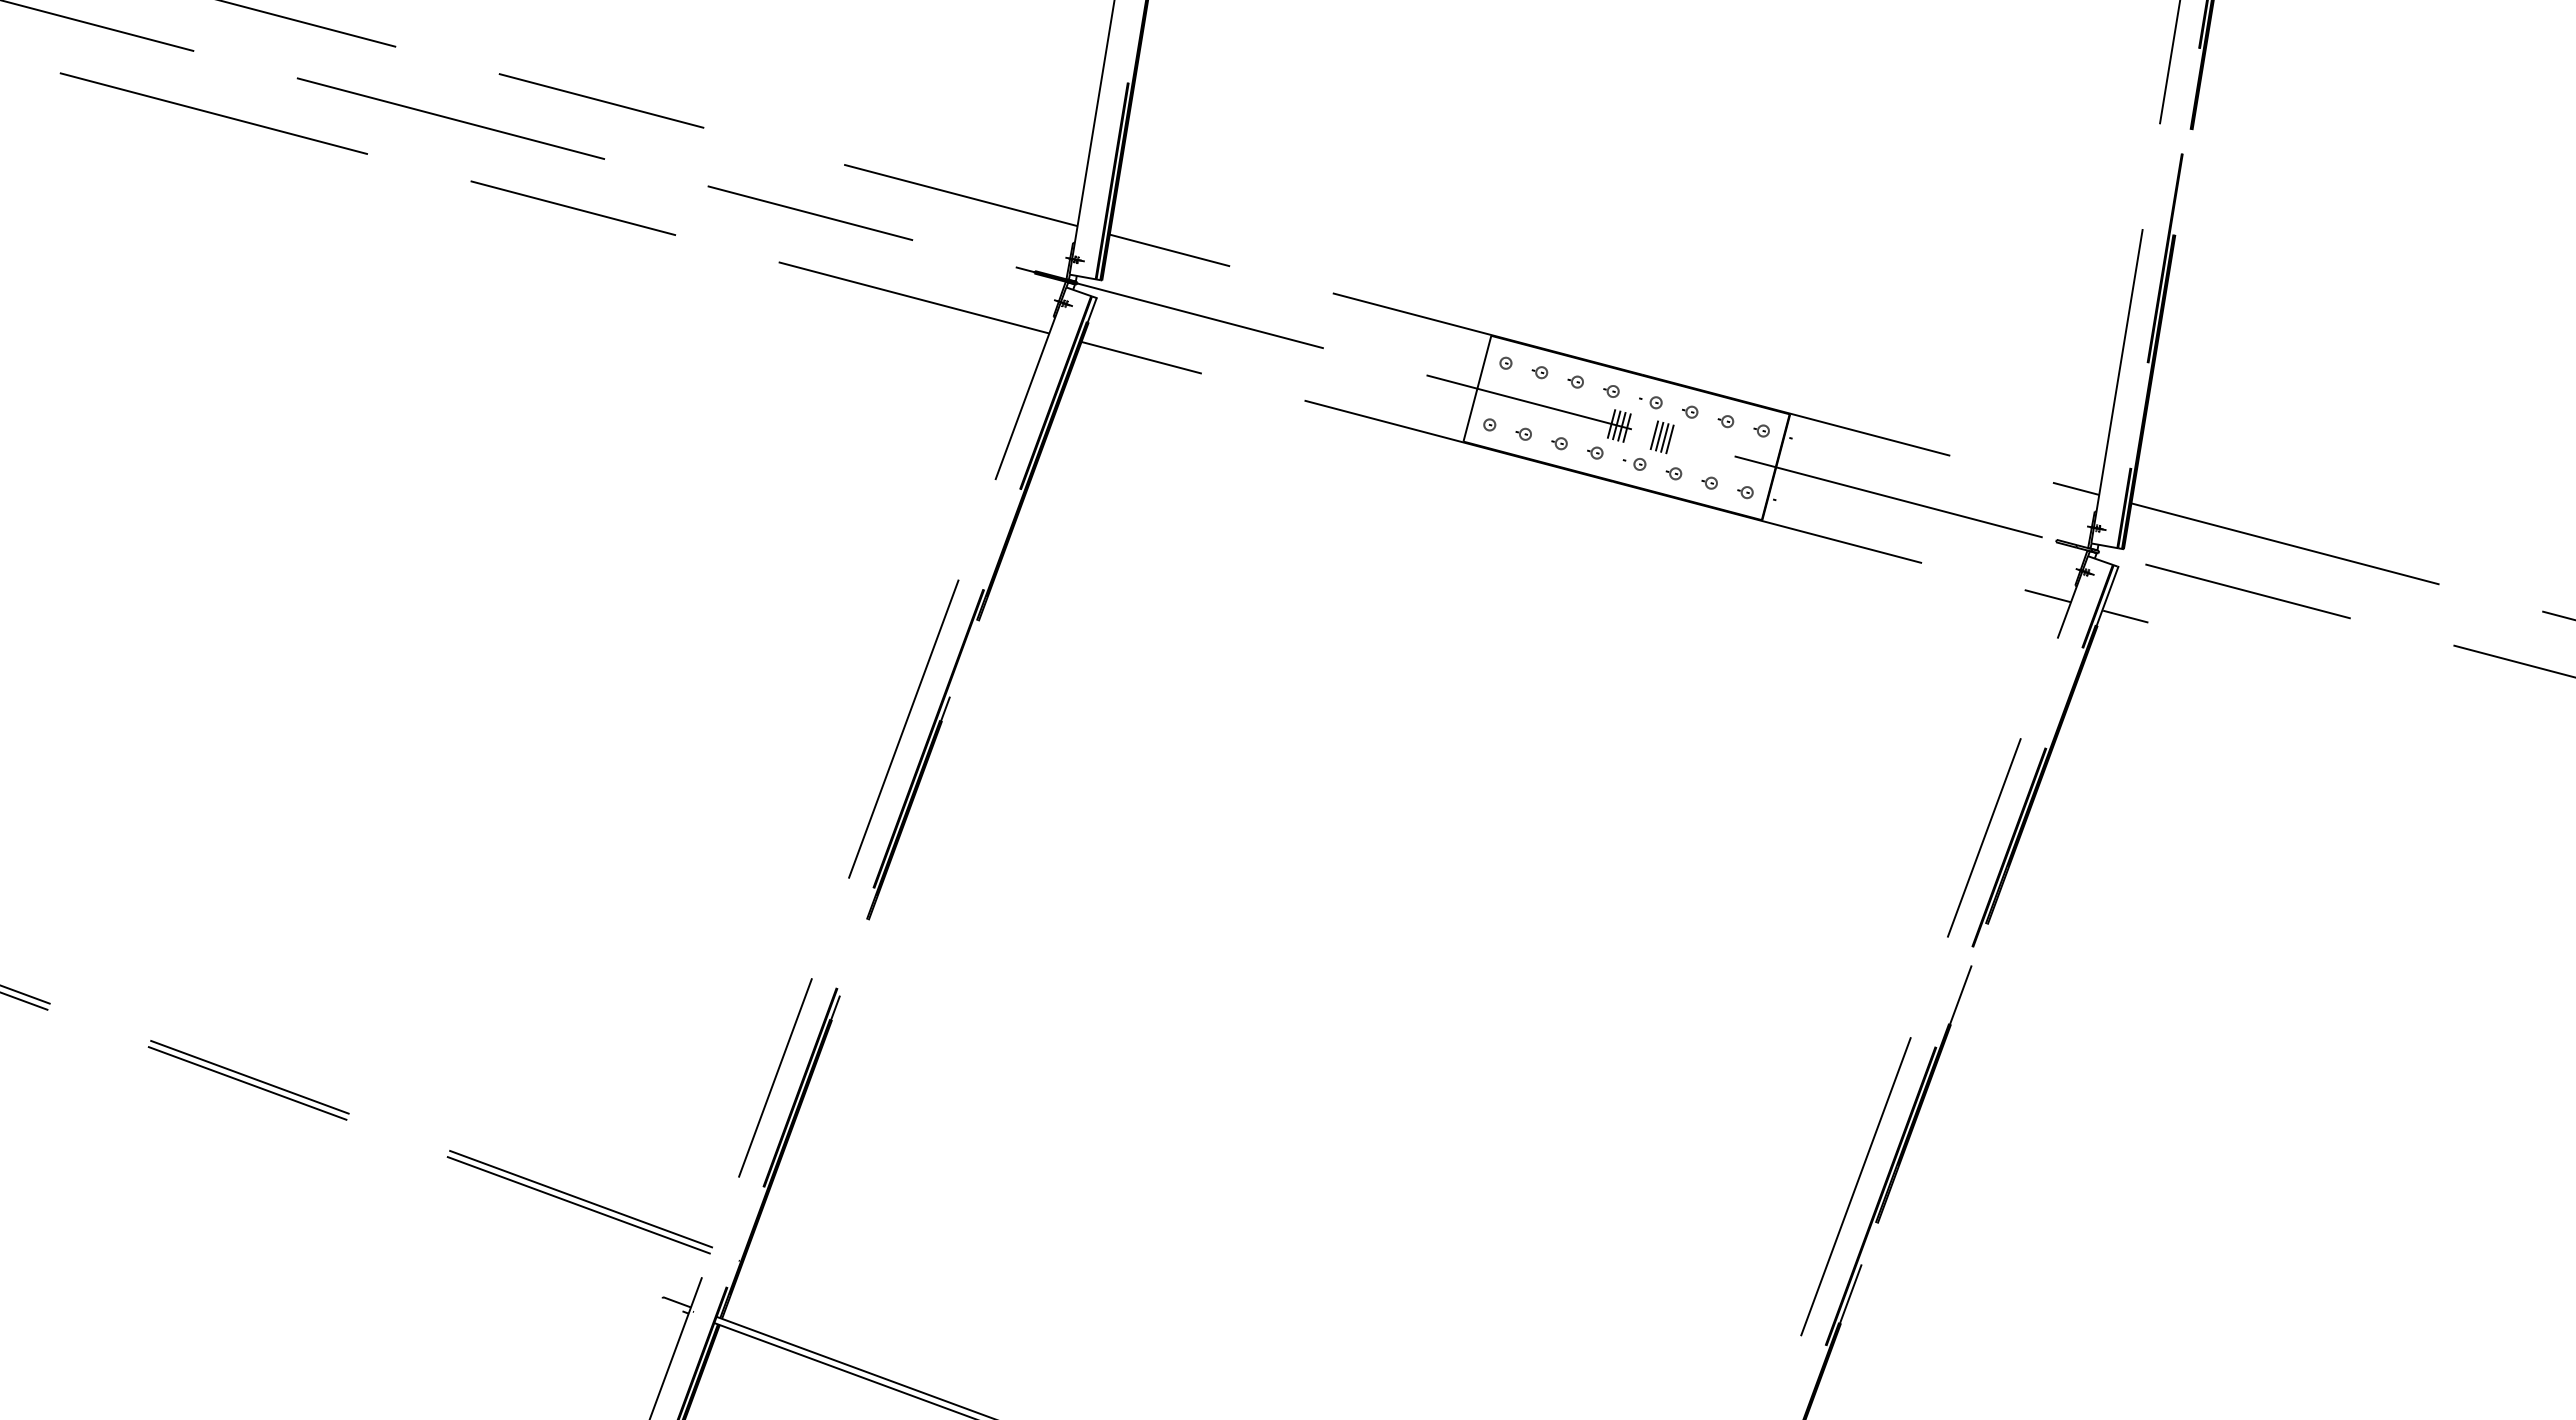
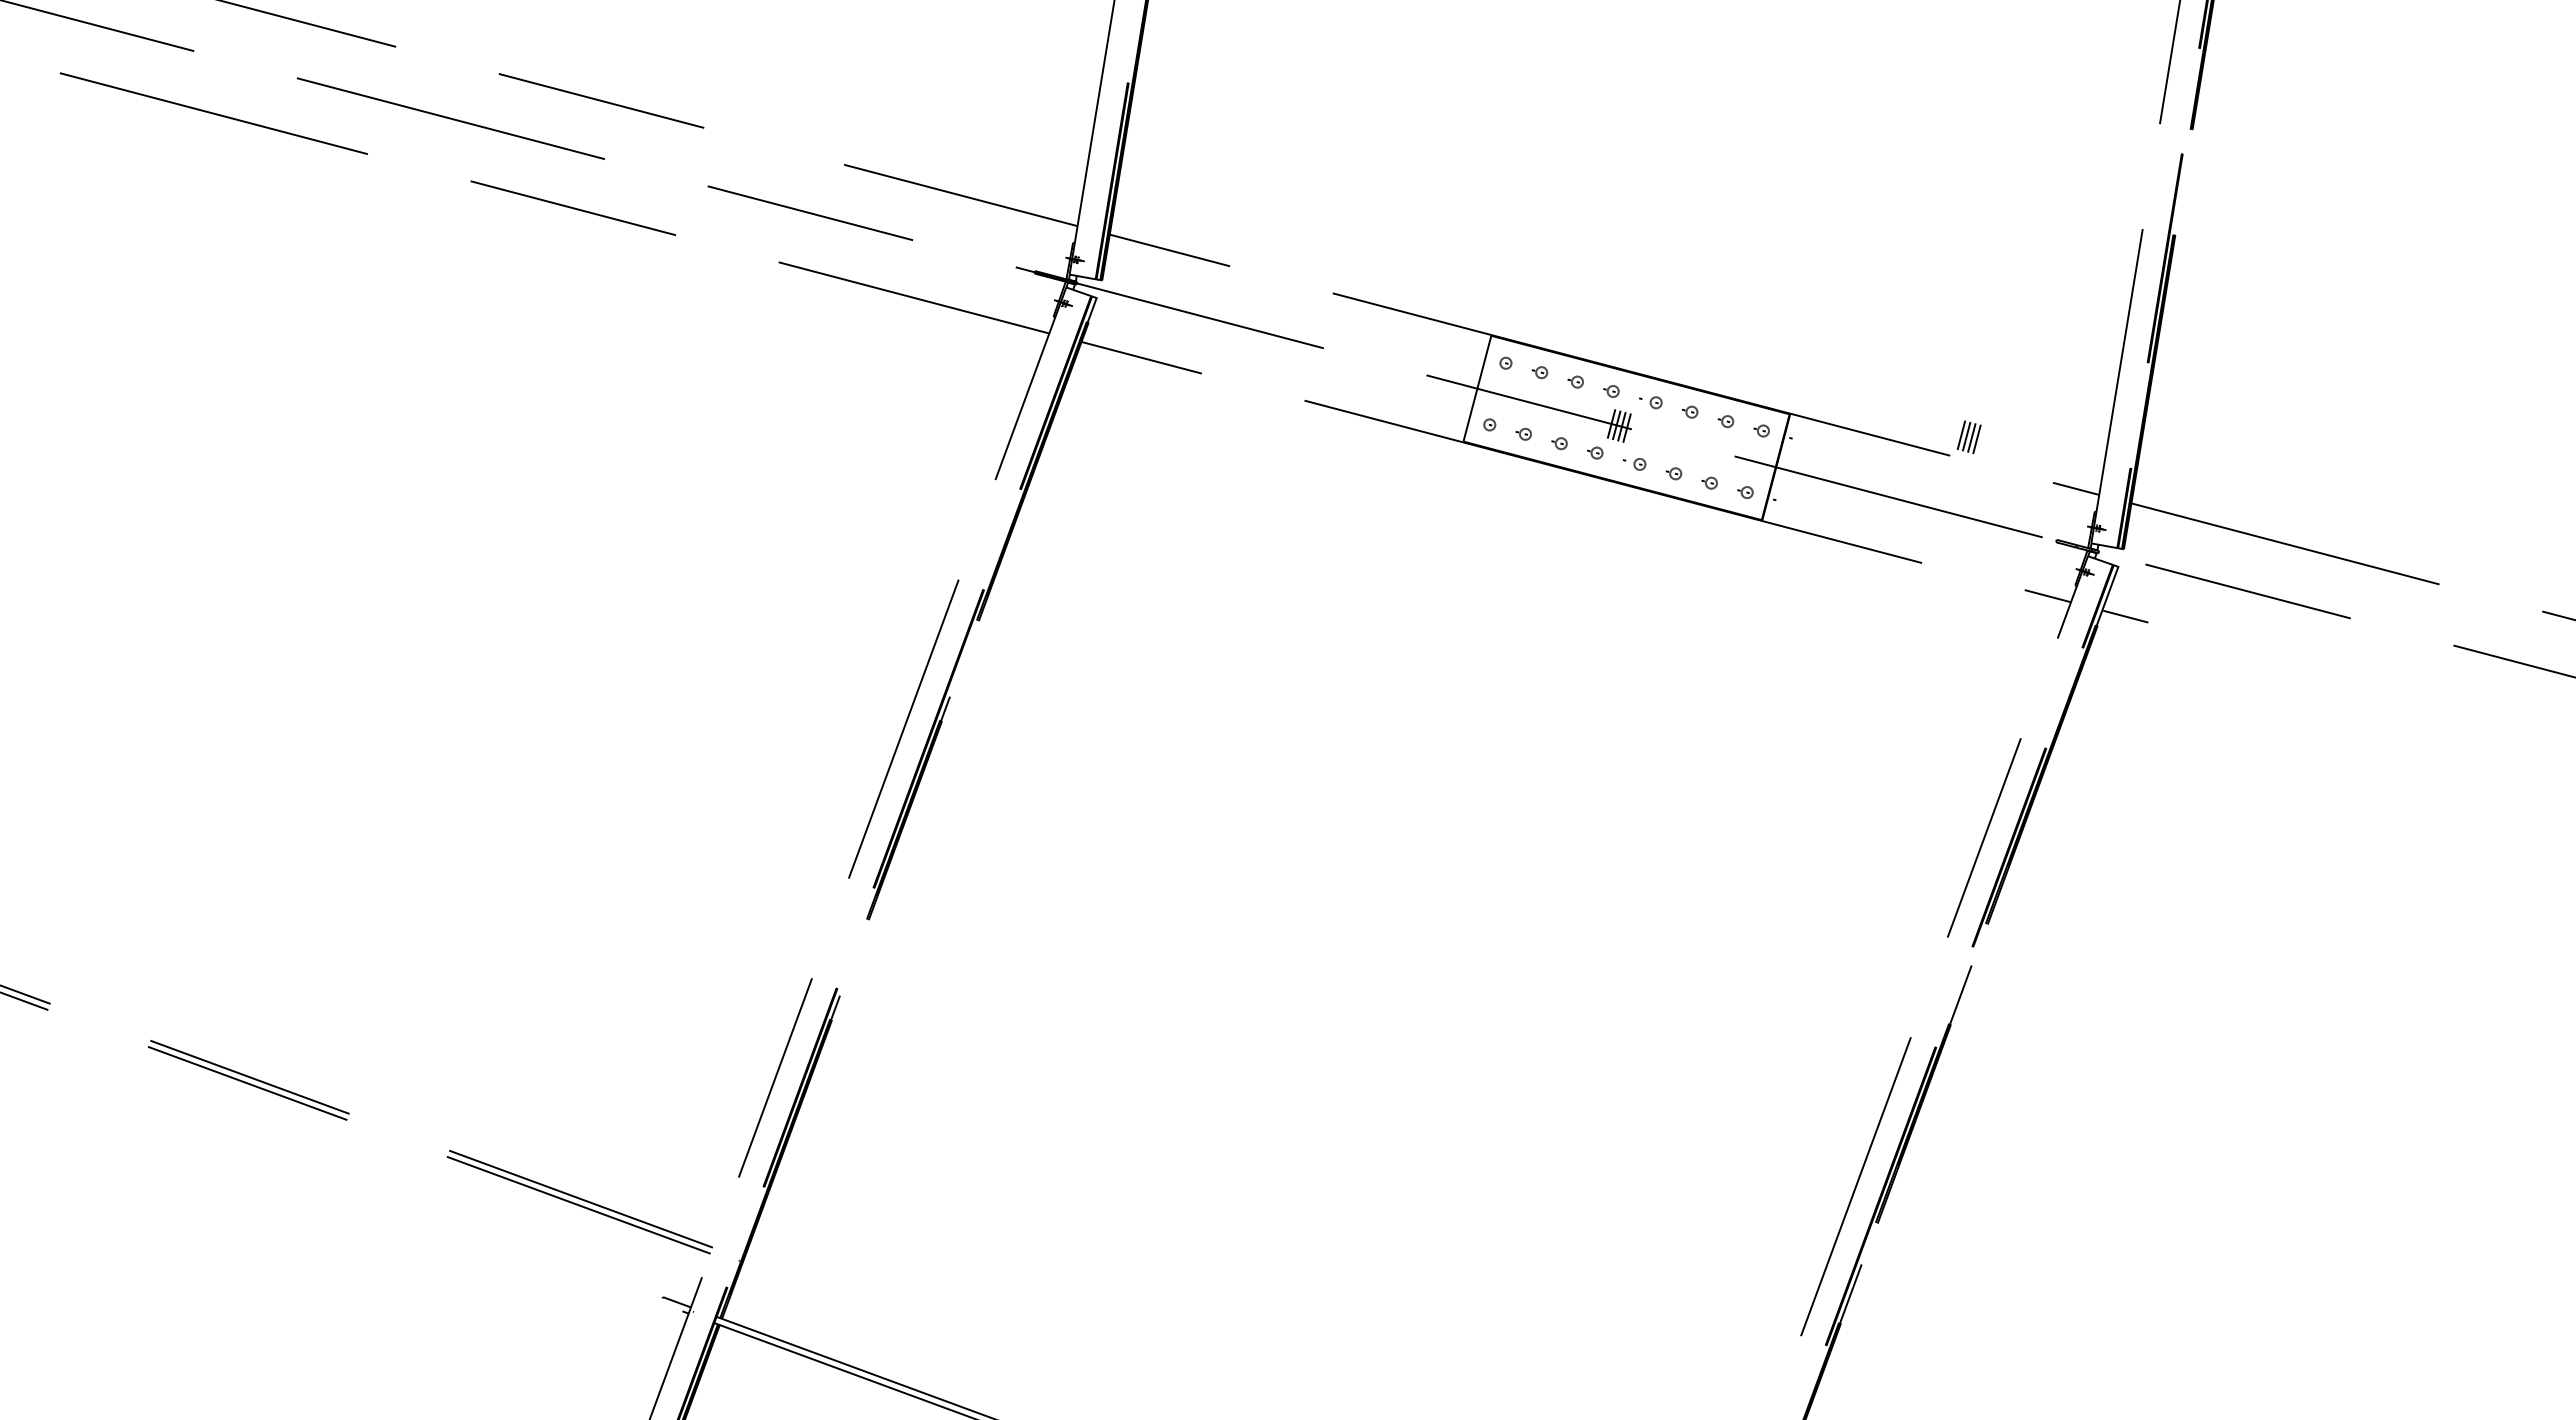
part at (1661, 437) position: (1661, 437) -> (1968, 437)
